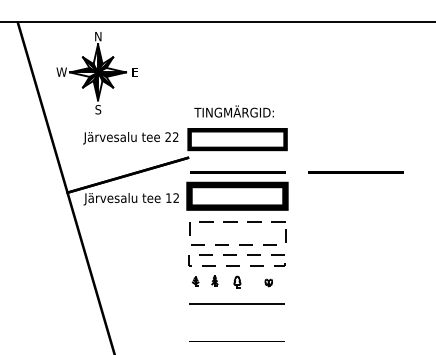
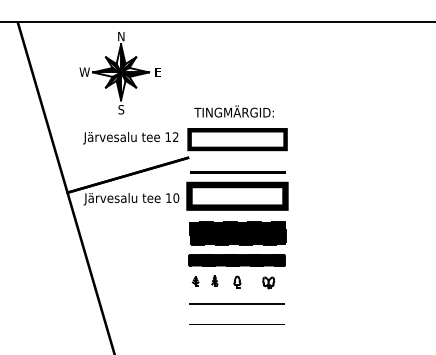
part at (96, 73) position: (96, 73) -> (119, 73)
text at (167, 136): 22 -> 12
line at (355, 172): present -> none
text at (176, 197): 12 -> 10
fill at (237, 232): none -> present
hatch at (237, 259): none -> present
part at (268, 282) size: 9x10 px -> 14x14 px
line at (236, 341) position: (236, 341) -> (236, 324)
